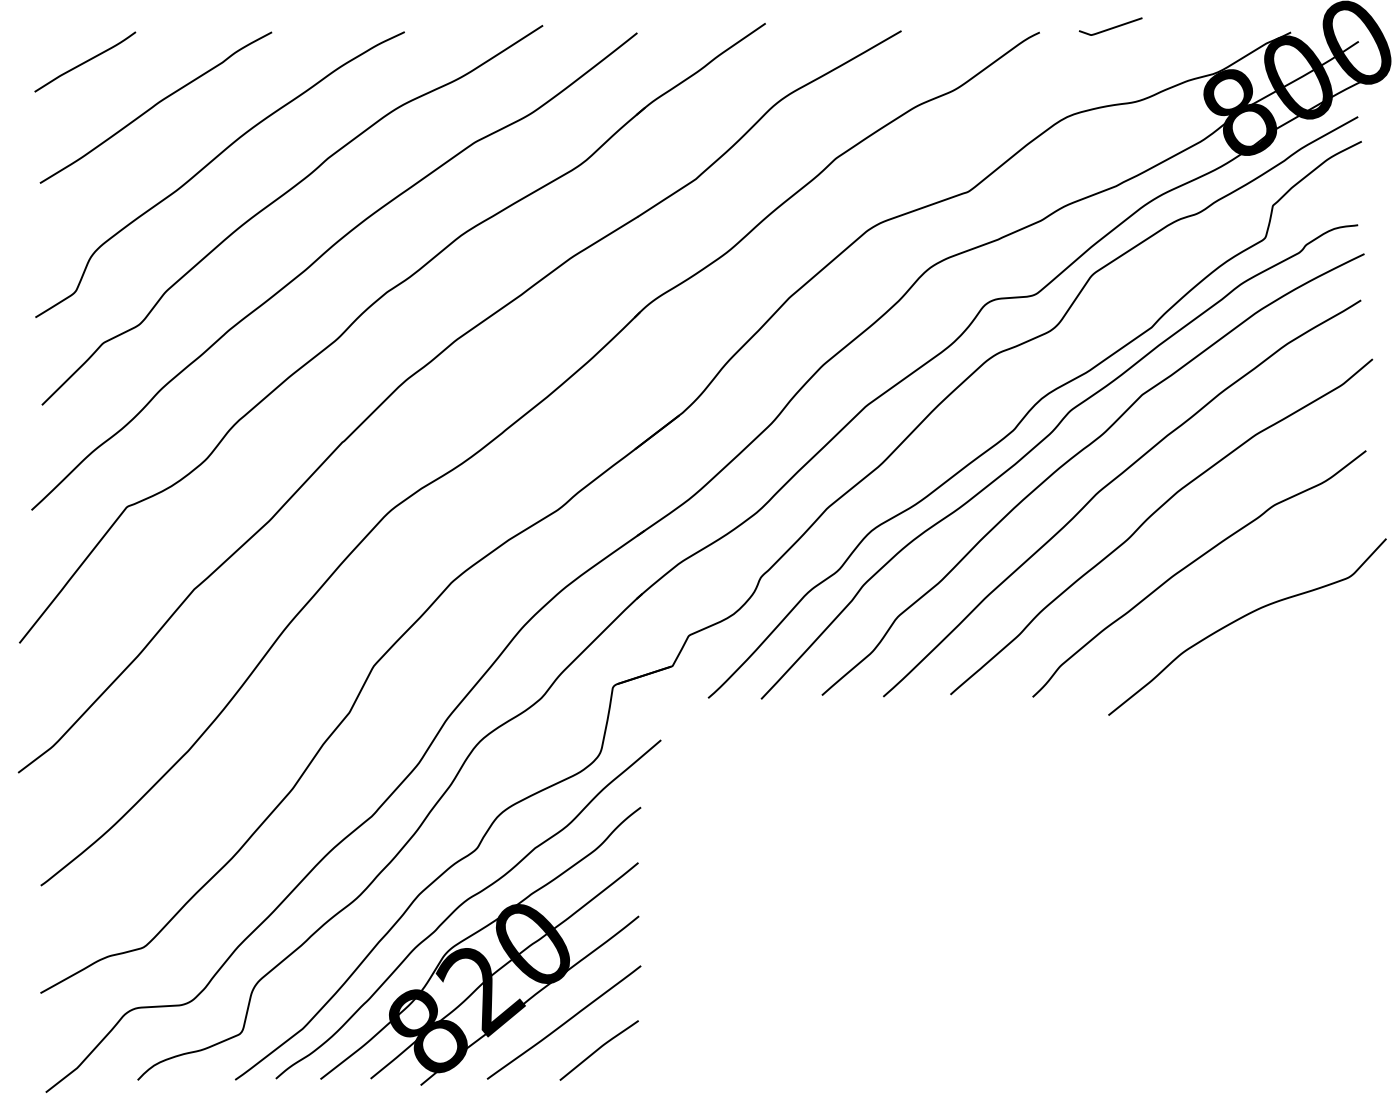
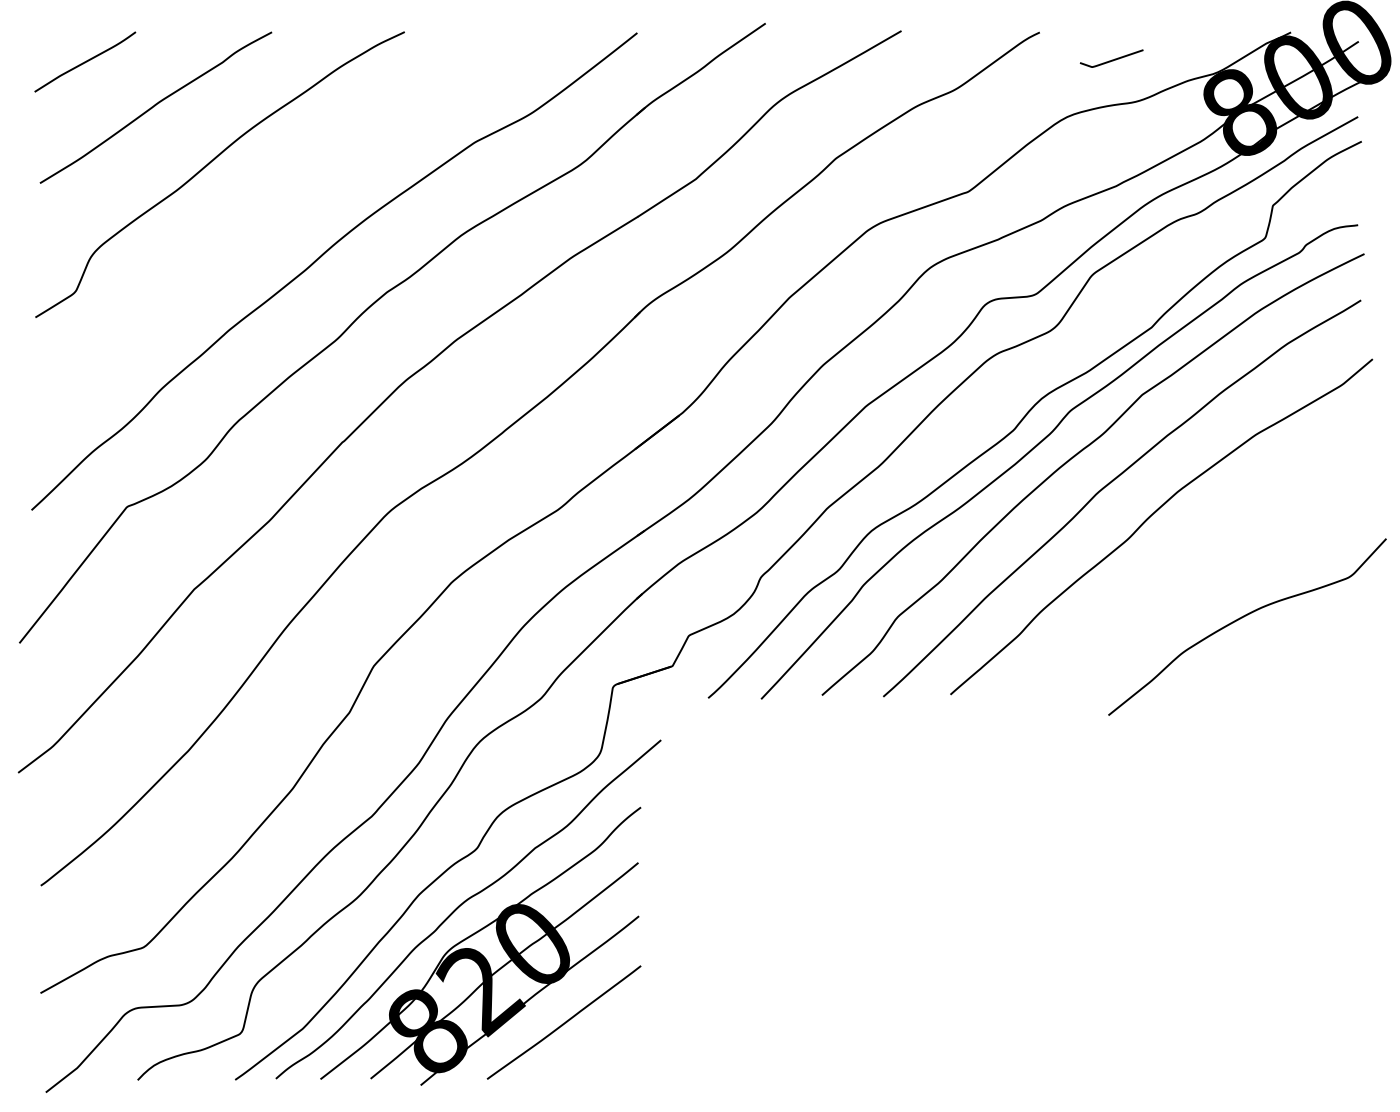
curve at (1110, 27) position: (1110, 27) -> (1111, 59)
curve at (280, 198): present -> none
curve at (1191, 564): present -> none
curve at (598, 1050): present -> none
